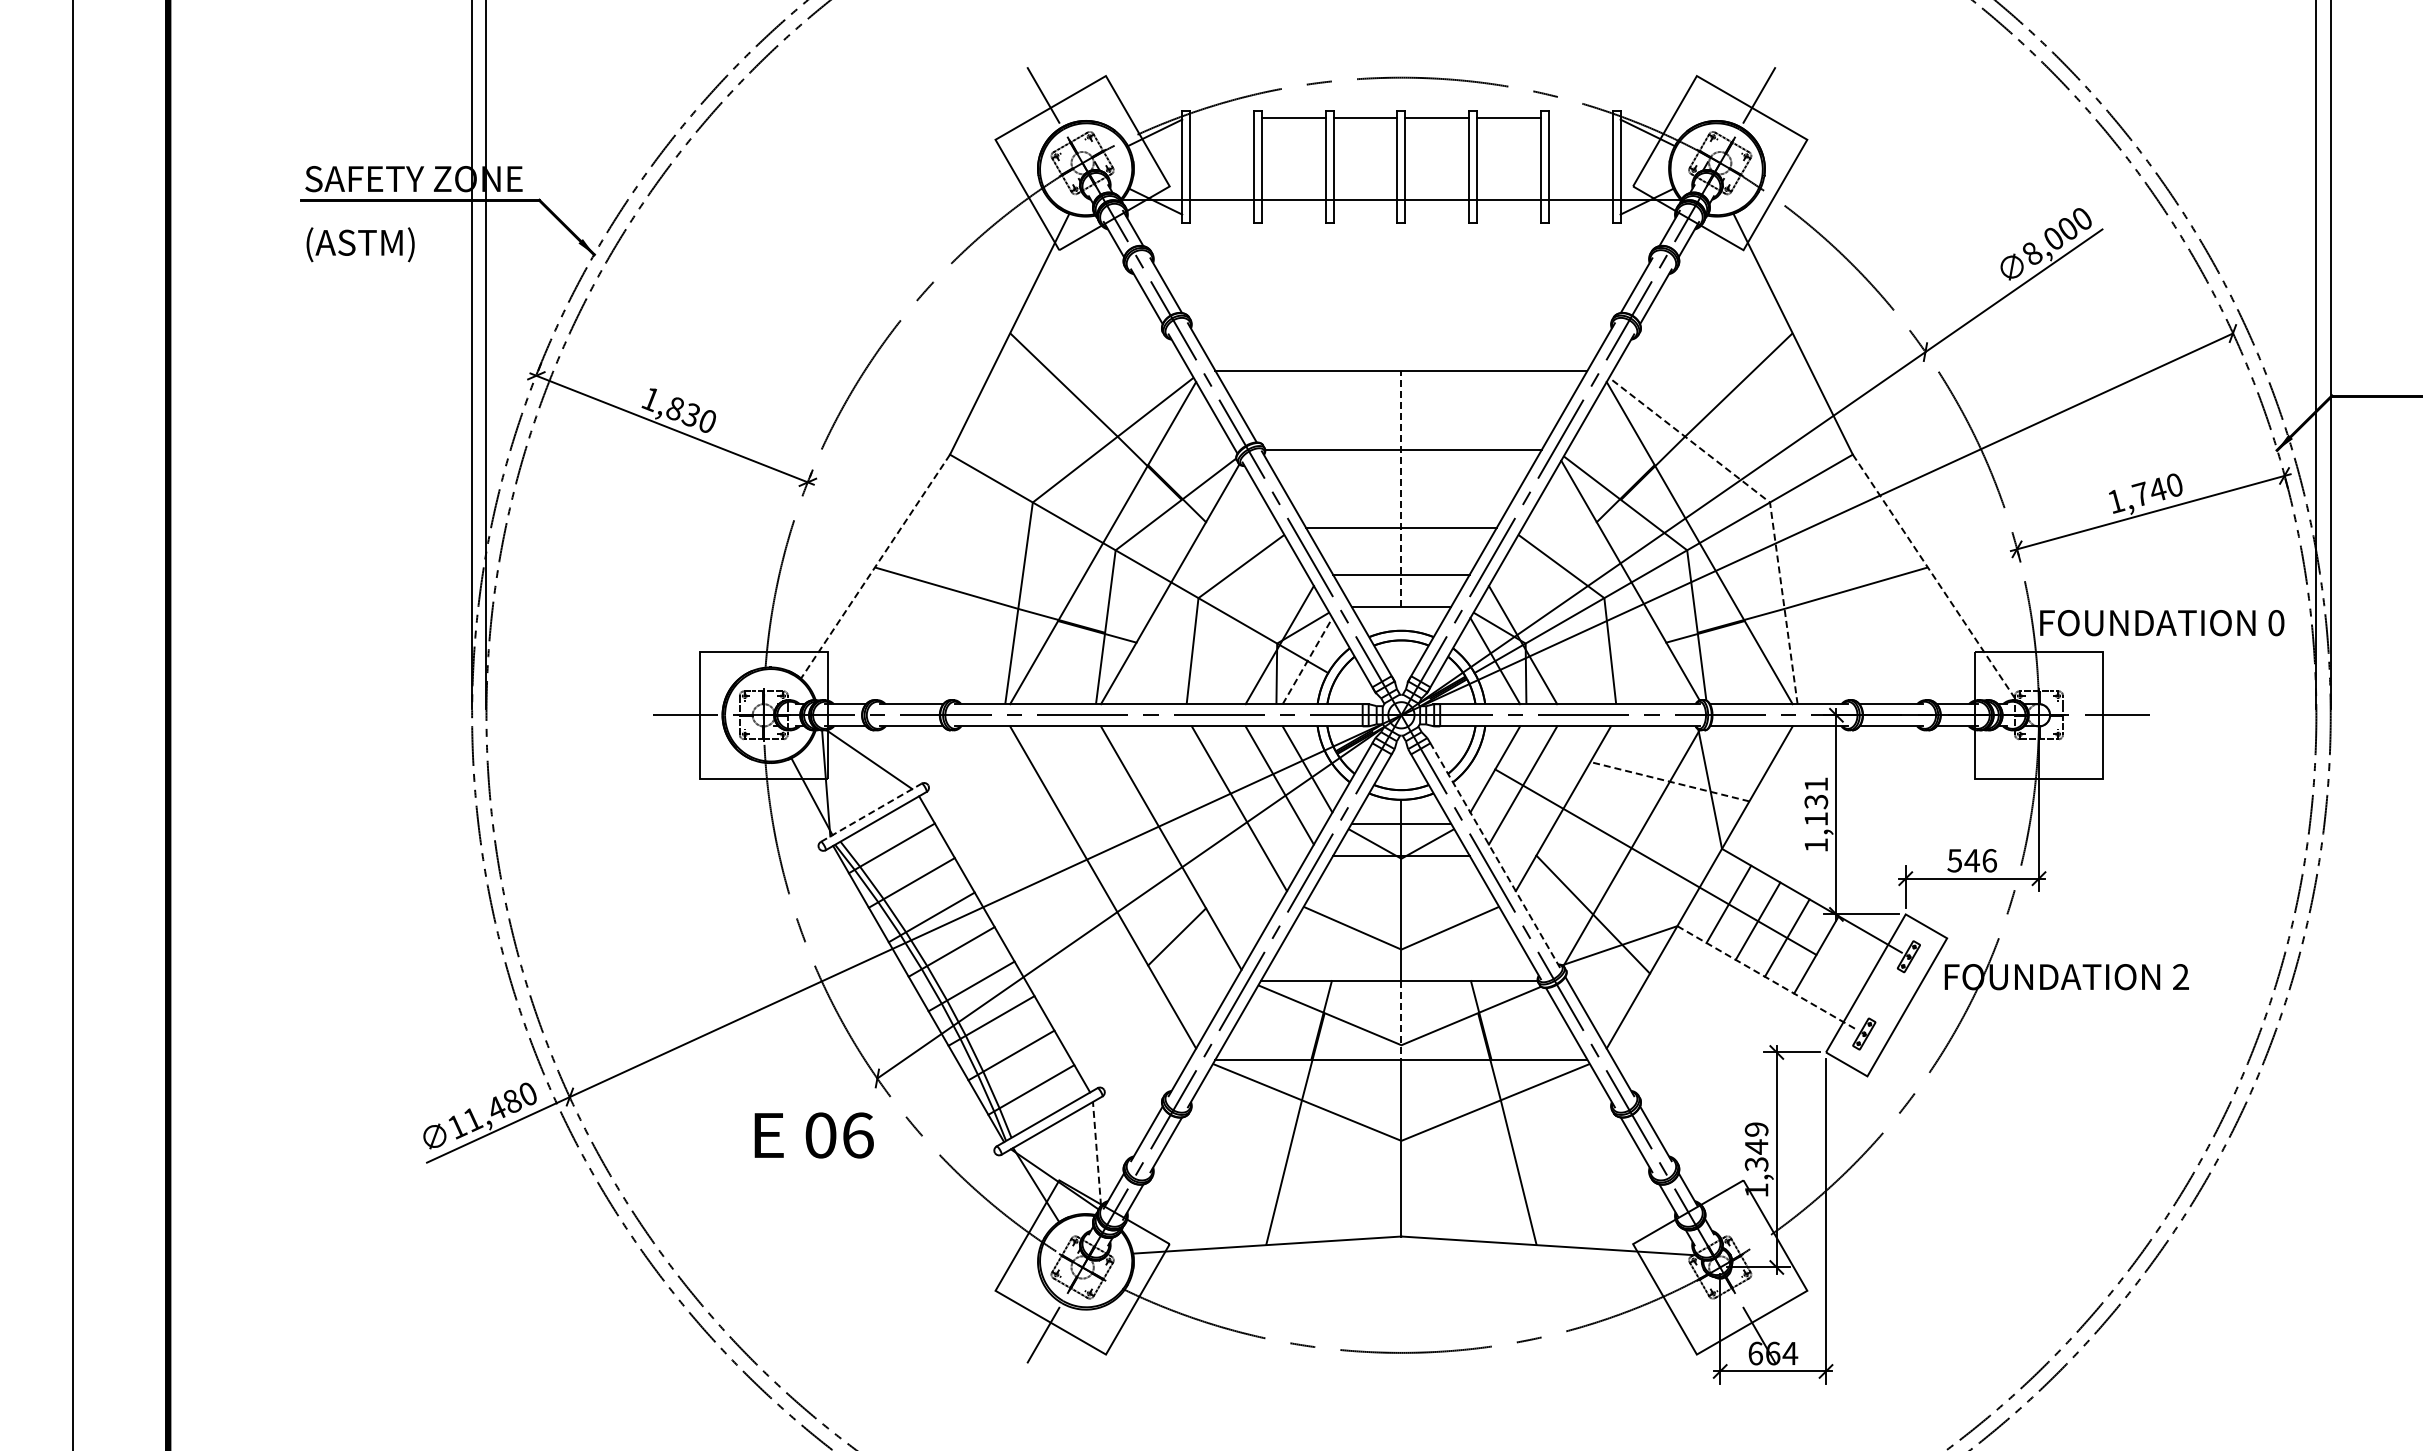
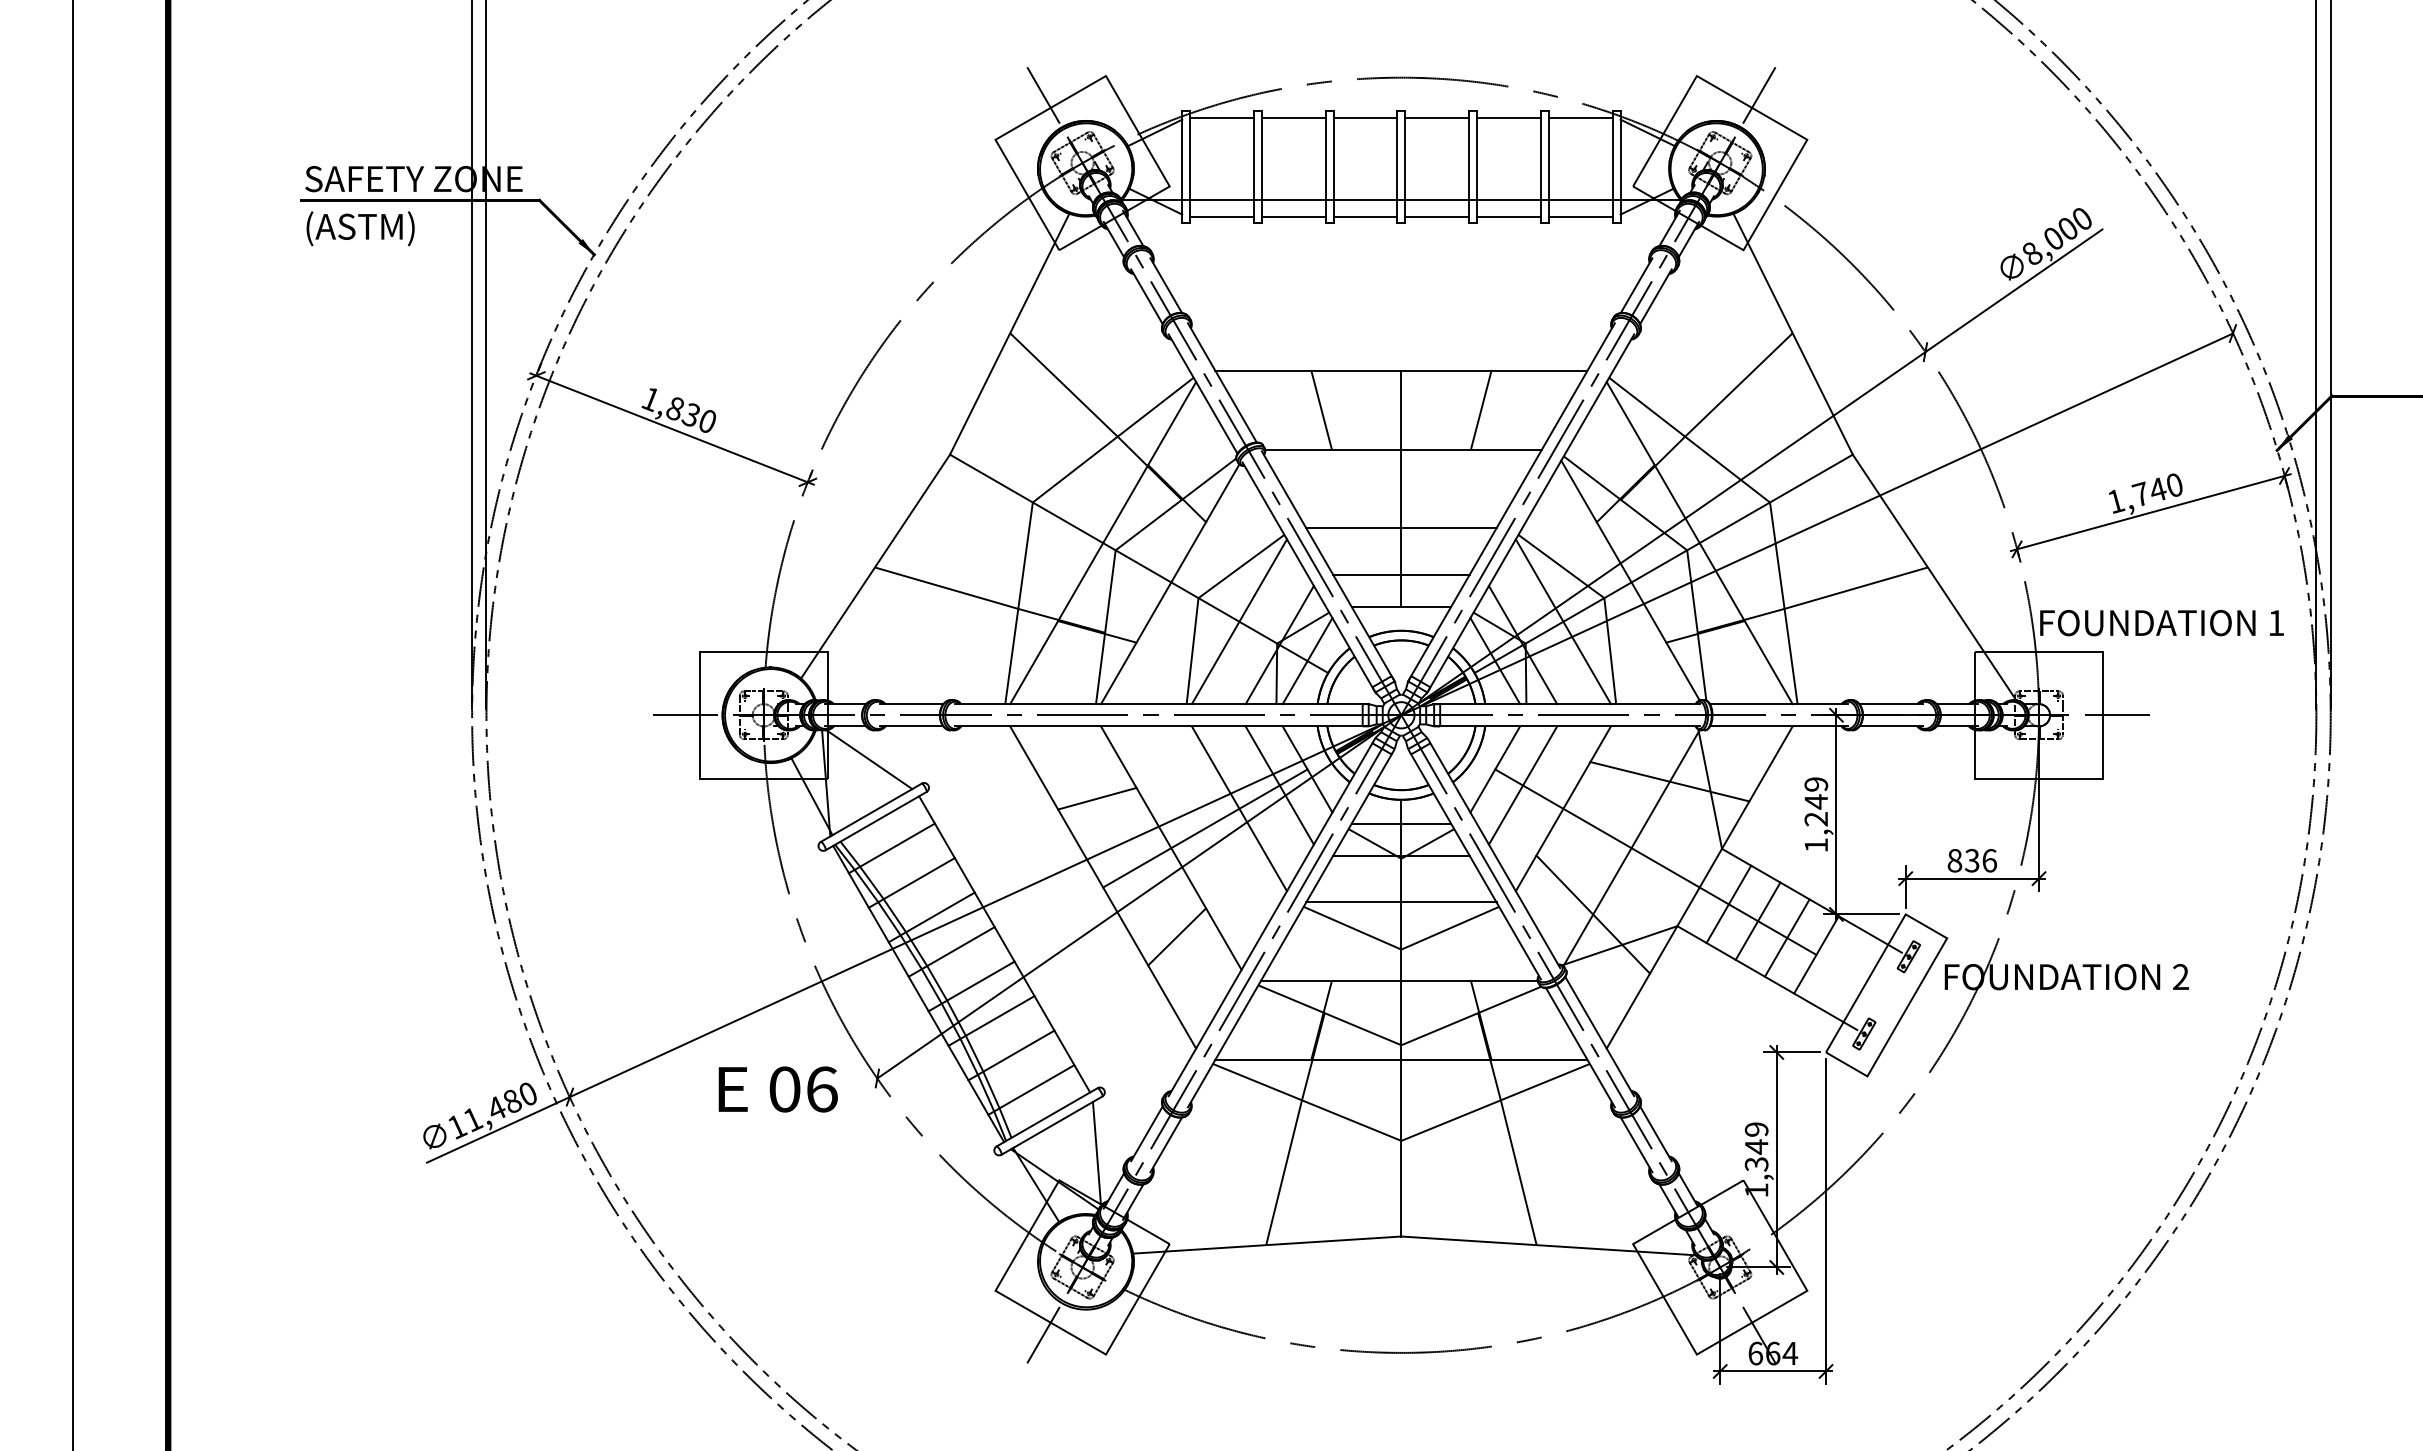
line at (1221, 117): none -> present
line at (1580, 117): none -> present
line at (1221, 216): none -> present
line at (1293, 216): none -> present
line at (1365, 216): none -> present
line at (1437, 216): none -> present
line at (1508, 216): none -> present
line at (1580, 216): none -> present
text at (360, 244) position: (360, 244) -> (360, 228)
line at (1321, 409): none -> present
line at (1480, 409): none -> present
line at (1401, 488): dashed -> solid
line at (1770, 502): dashed -> solid
line at (875, 567): dashed -> solid
line at (1934, 577): dashed -> solid
line at (1239, 621): none -> present
line at (1562, 621): none -> present
text at (2276, 623): 0 -> 1
line at (1307, 661): dashed -> solid
line at (1669, 781): dashed -> solid
line at (1097, 798): none -> present
text at (1816, 801): 1,131 -> 1,249
line at (871, 812): dashed -> solid
line at (1205, 828): none -> present
line at (1495, 855): dashed -> solid
text at (1963, 860): 546 -> 836
line at (1401, 902): none -> present
line at (1767, 978): dashed -> solid
line at (1401, 1020): dashed -> solid
text at (813, 1135) position: (813, 1135) -> (777, 1089)
line at (1097, 1153): dashed -> solid
